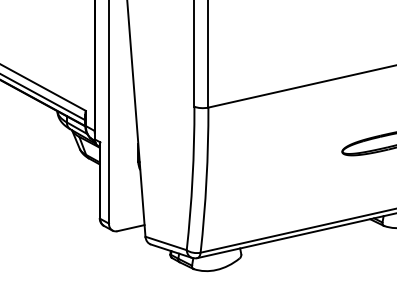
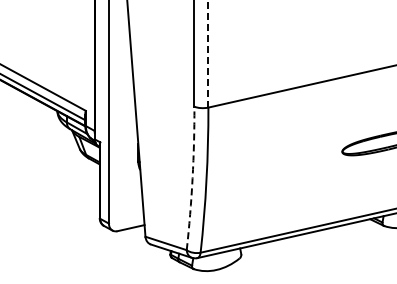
line at (208, 54): solid -> dashed
arc at (192, 178): solid -> dashed
